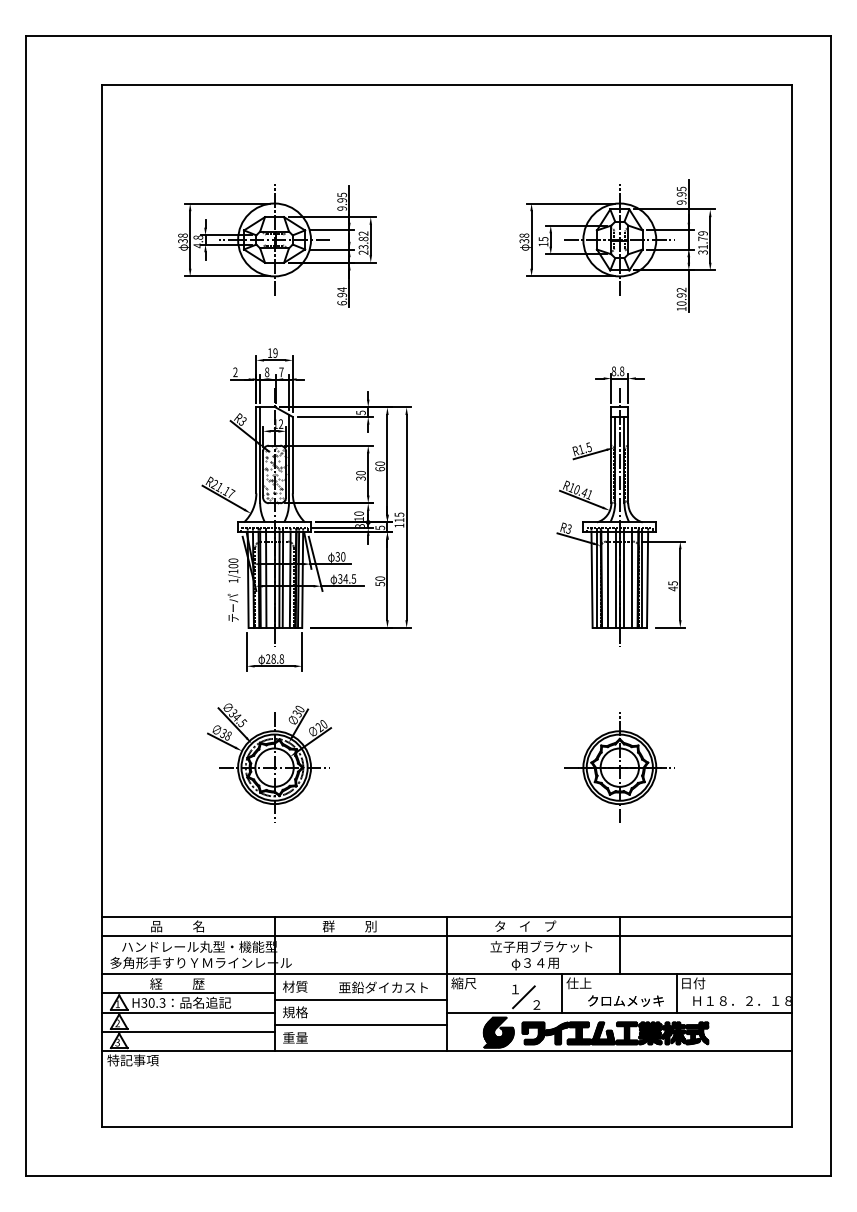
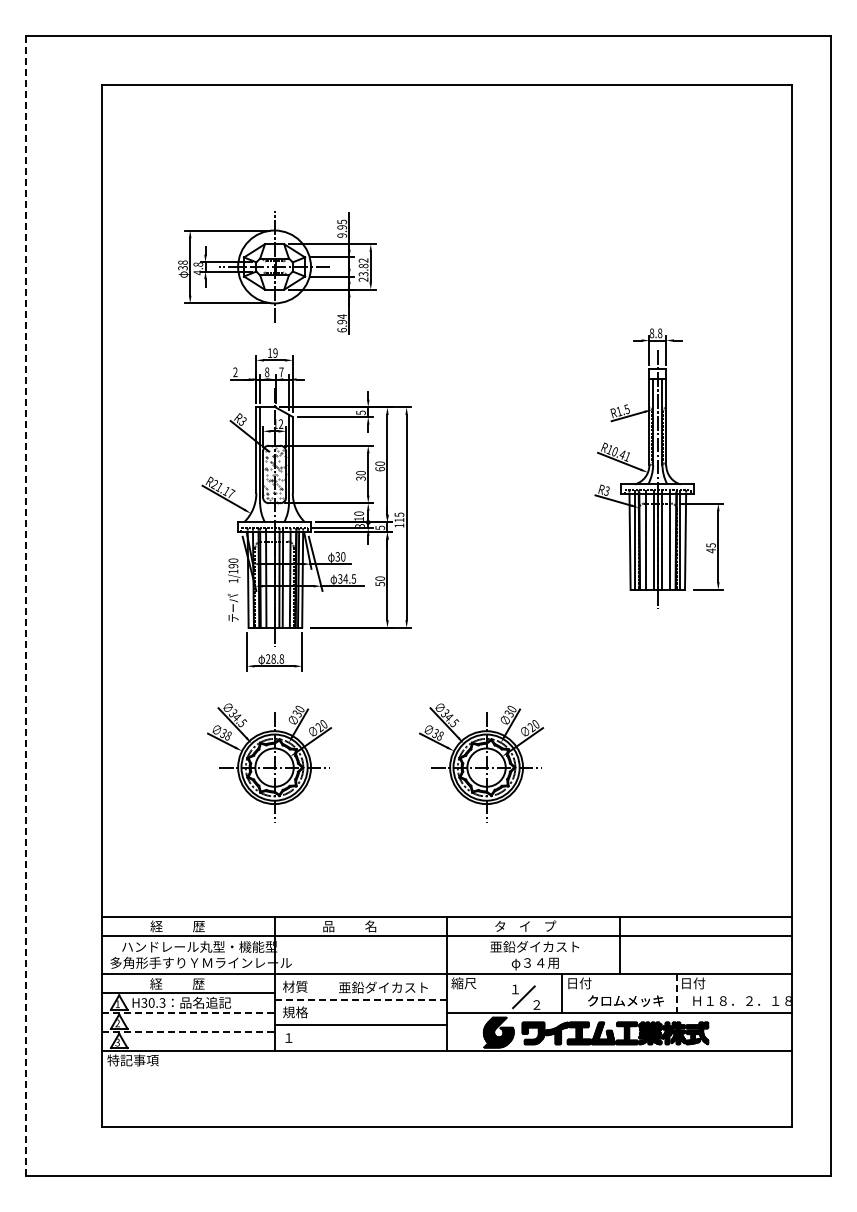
part at (277, 245) position: (277, 245) -> (277, 272)
part at (617, 245): present -> none
part at (620, 506) position: (620, 506) -> (658, 468)
text at (233, 566): 1/100 -> 1/190
line at (25, 605): solid -> dashed
part at (481, 762): none -> present
part at (619, 767): present -> none
text at (177, 926): 品          名 -> 経          歴
text at (349, 926): 群          別 -> 品          名
text at (541, 946): 立子用ブラケット -> 亜鉛ダイカスト
text at (578, 983): 仕上 -> 日付
line at (677, 993): solid -> dashed
line at (361, 999): solid -> dashed
line at (189, 1012): solid -> dashed
line at (189, 1031): solid -> dashed
text at (295, 1037): 重量 -> １
